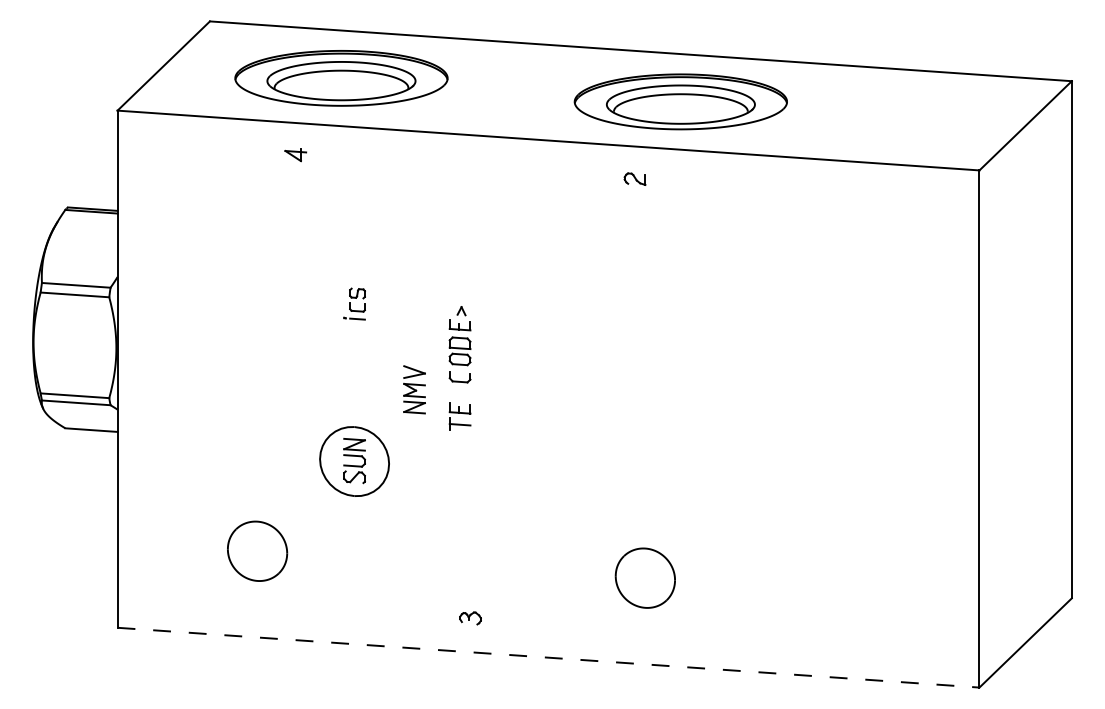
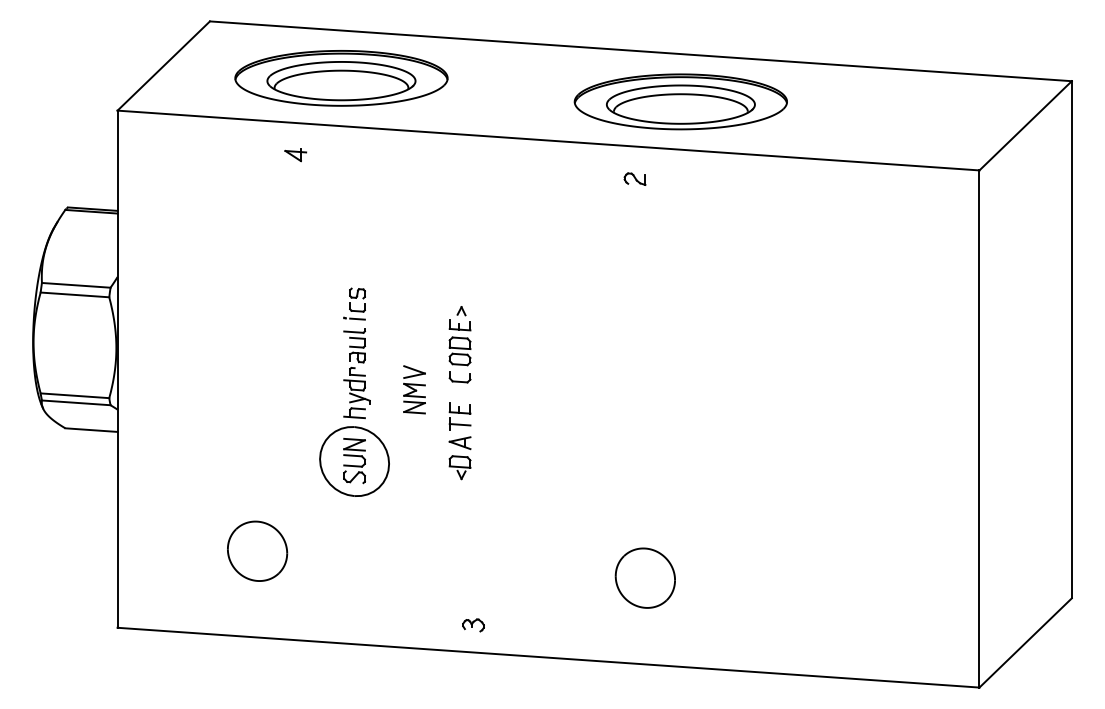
part at (356, 373): none -> present
part at (459, 458): none -> present
part at (470, 618) position: (470, 618) -> (473, 625)
line at (548, 657): dashed -> solid
